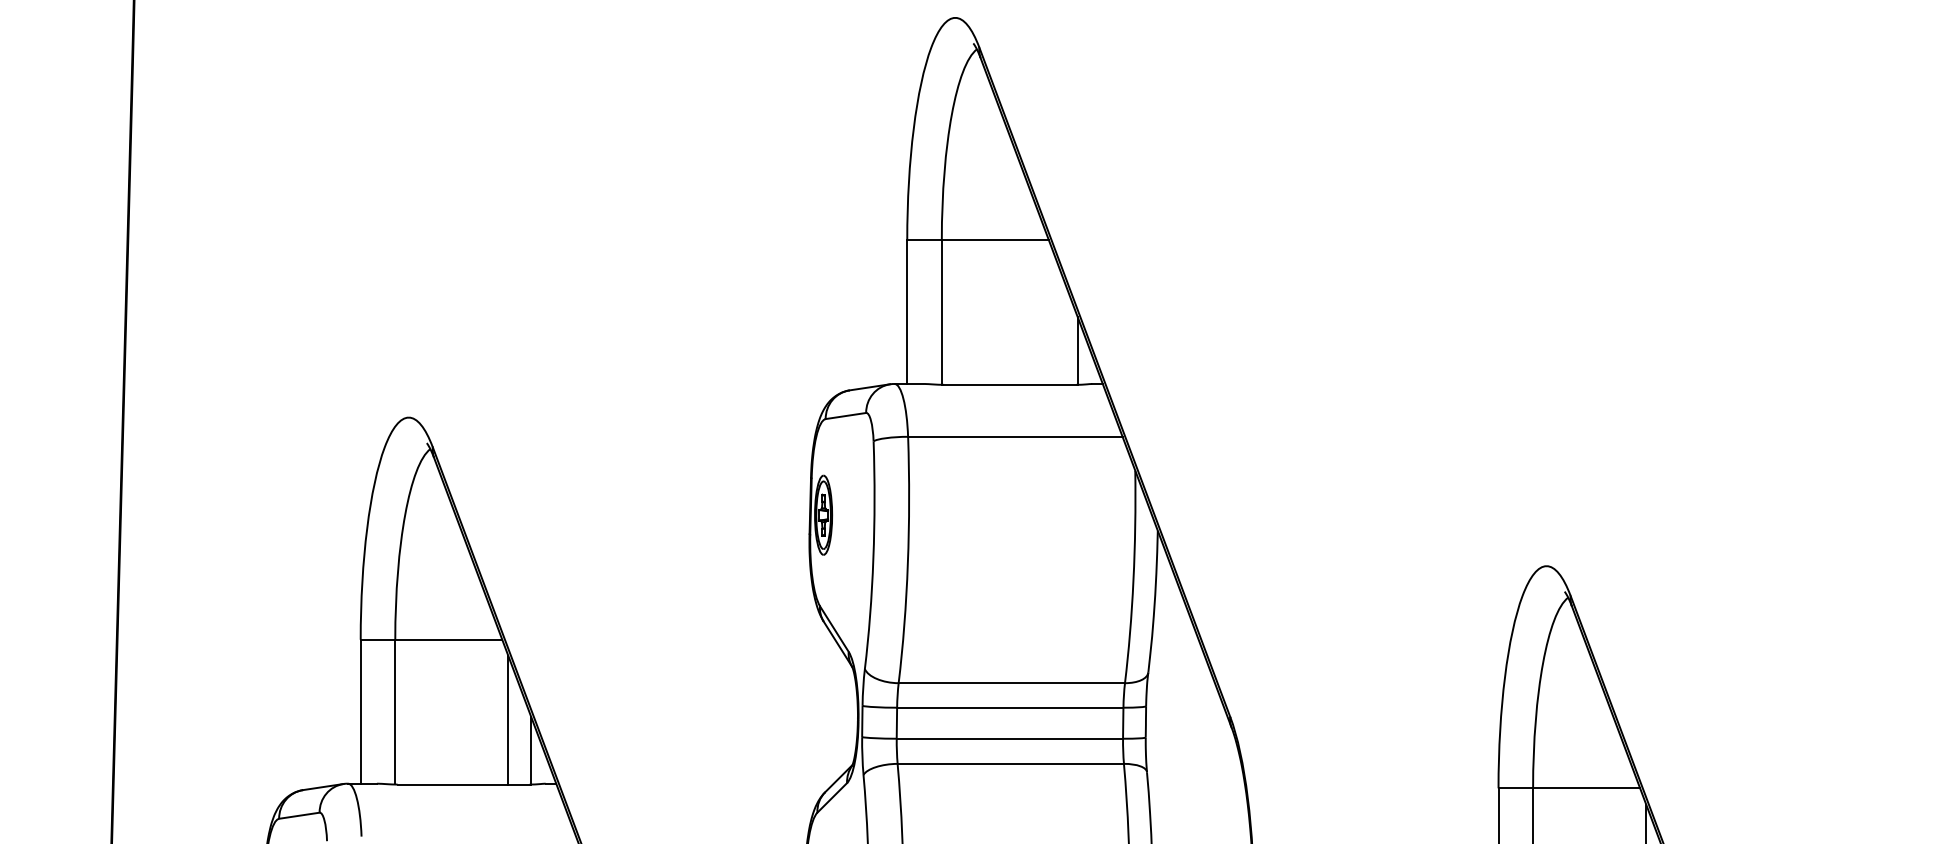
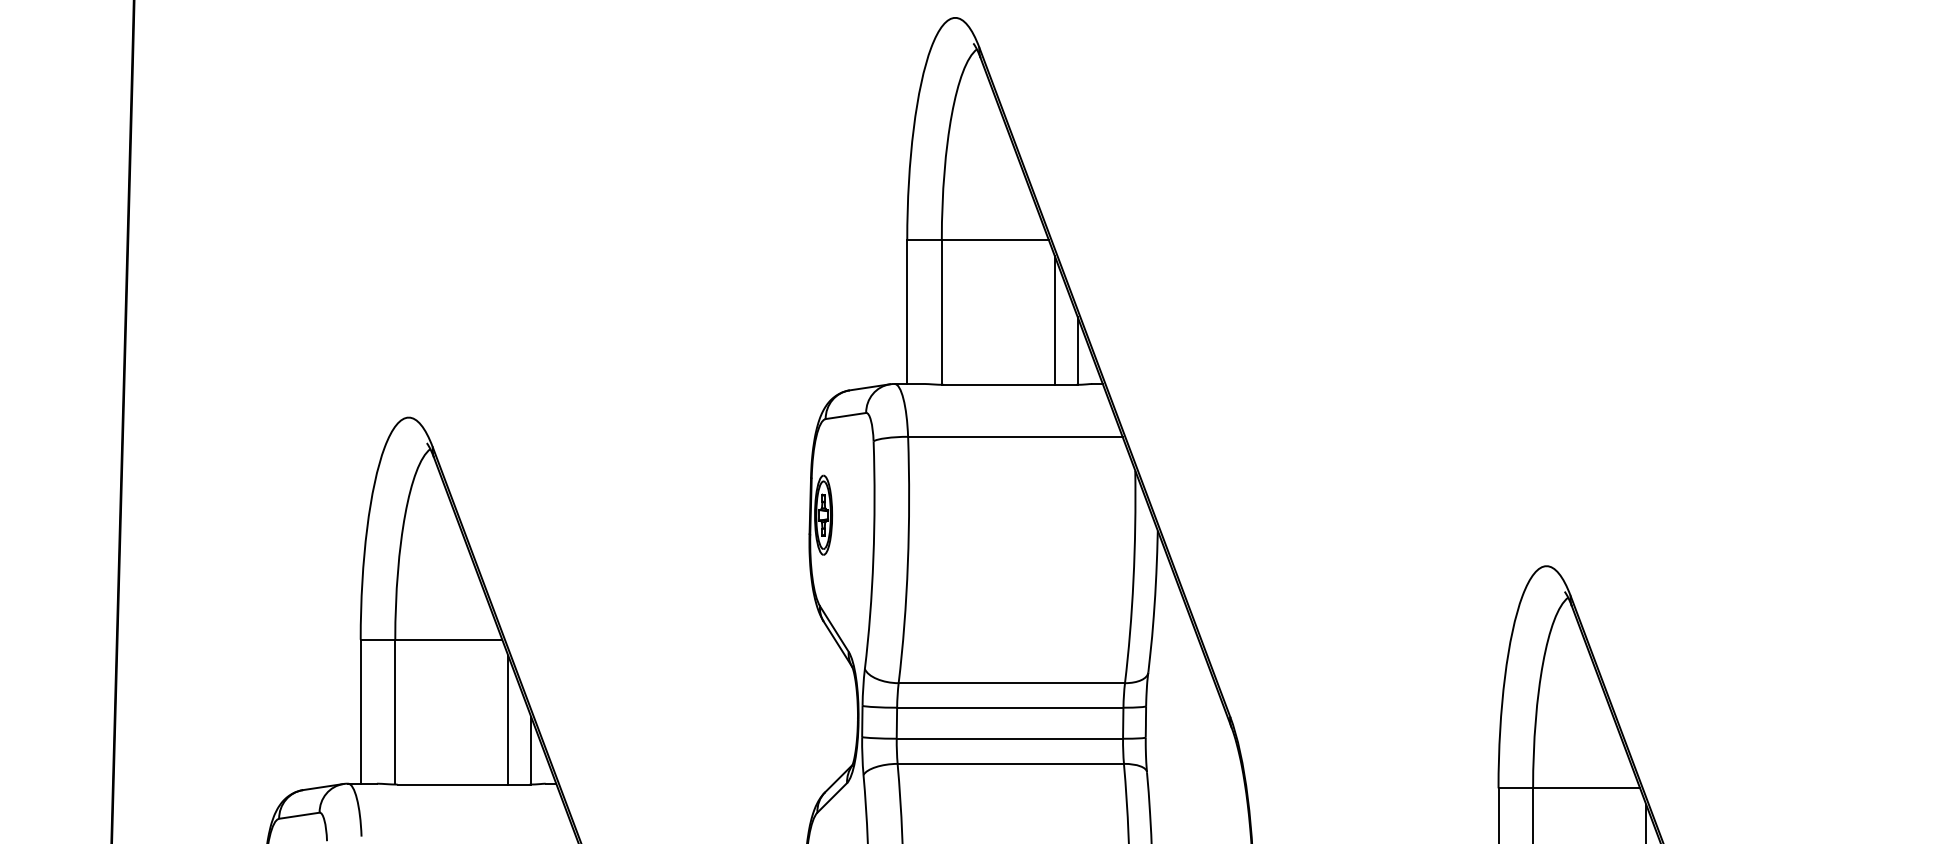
line at (1055, 320): none -> present
